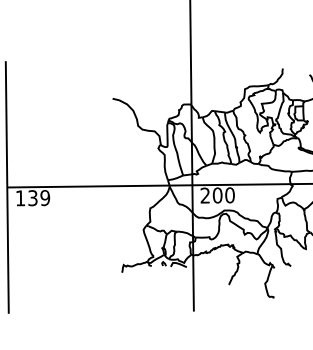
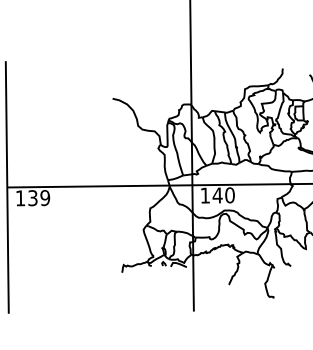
text at (211, 195): 200 -> 140
